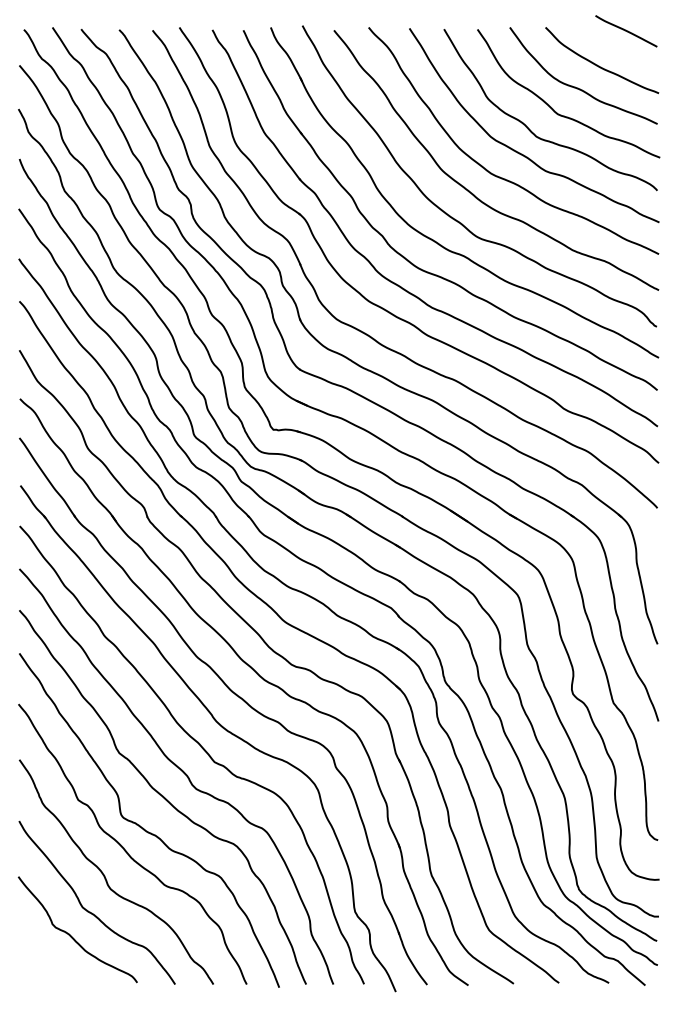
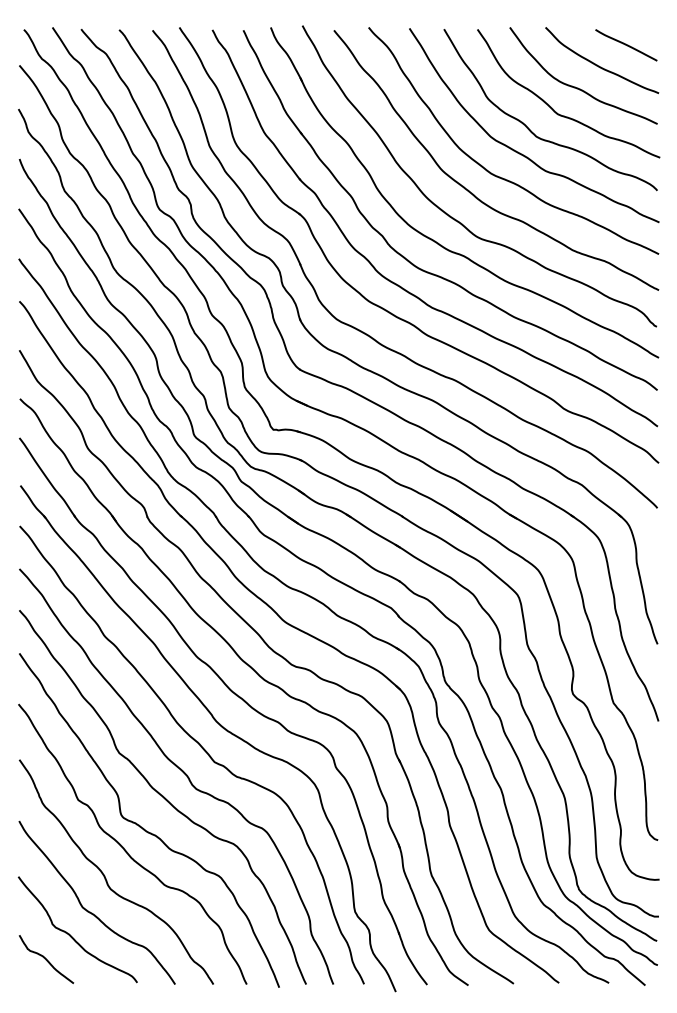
line at (626, 31) position: (626, 31) -> (626, 45)
curve at (46, 959): none -> present
